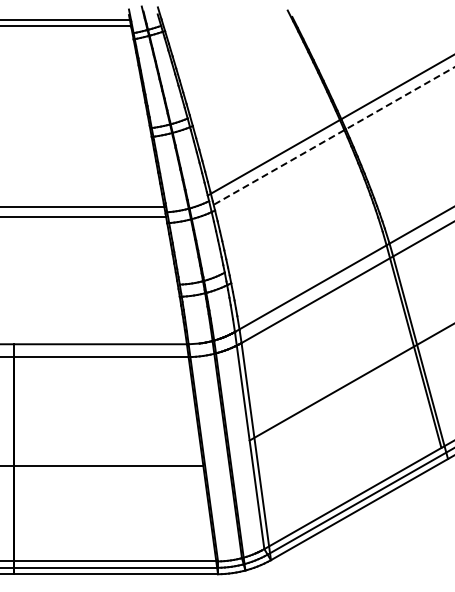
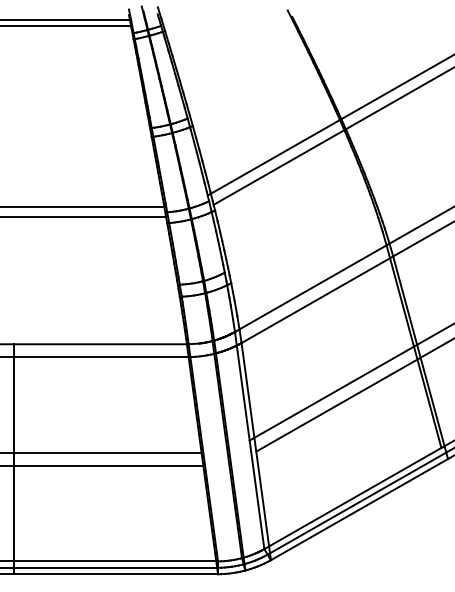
line at (334, 136): dashed -> solid
line at (353, 395): none -> present
line at (102, 452): none -> present
